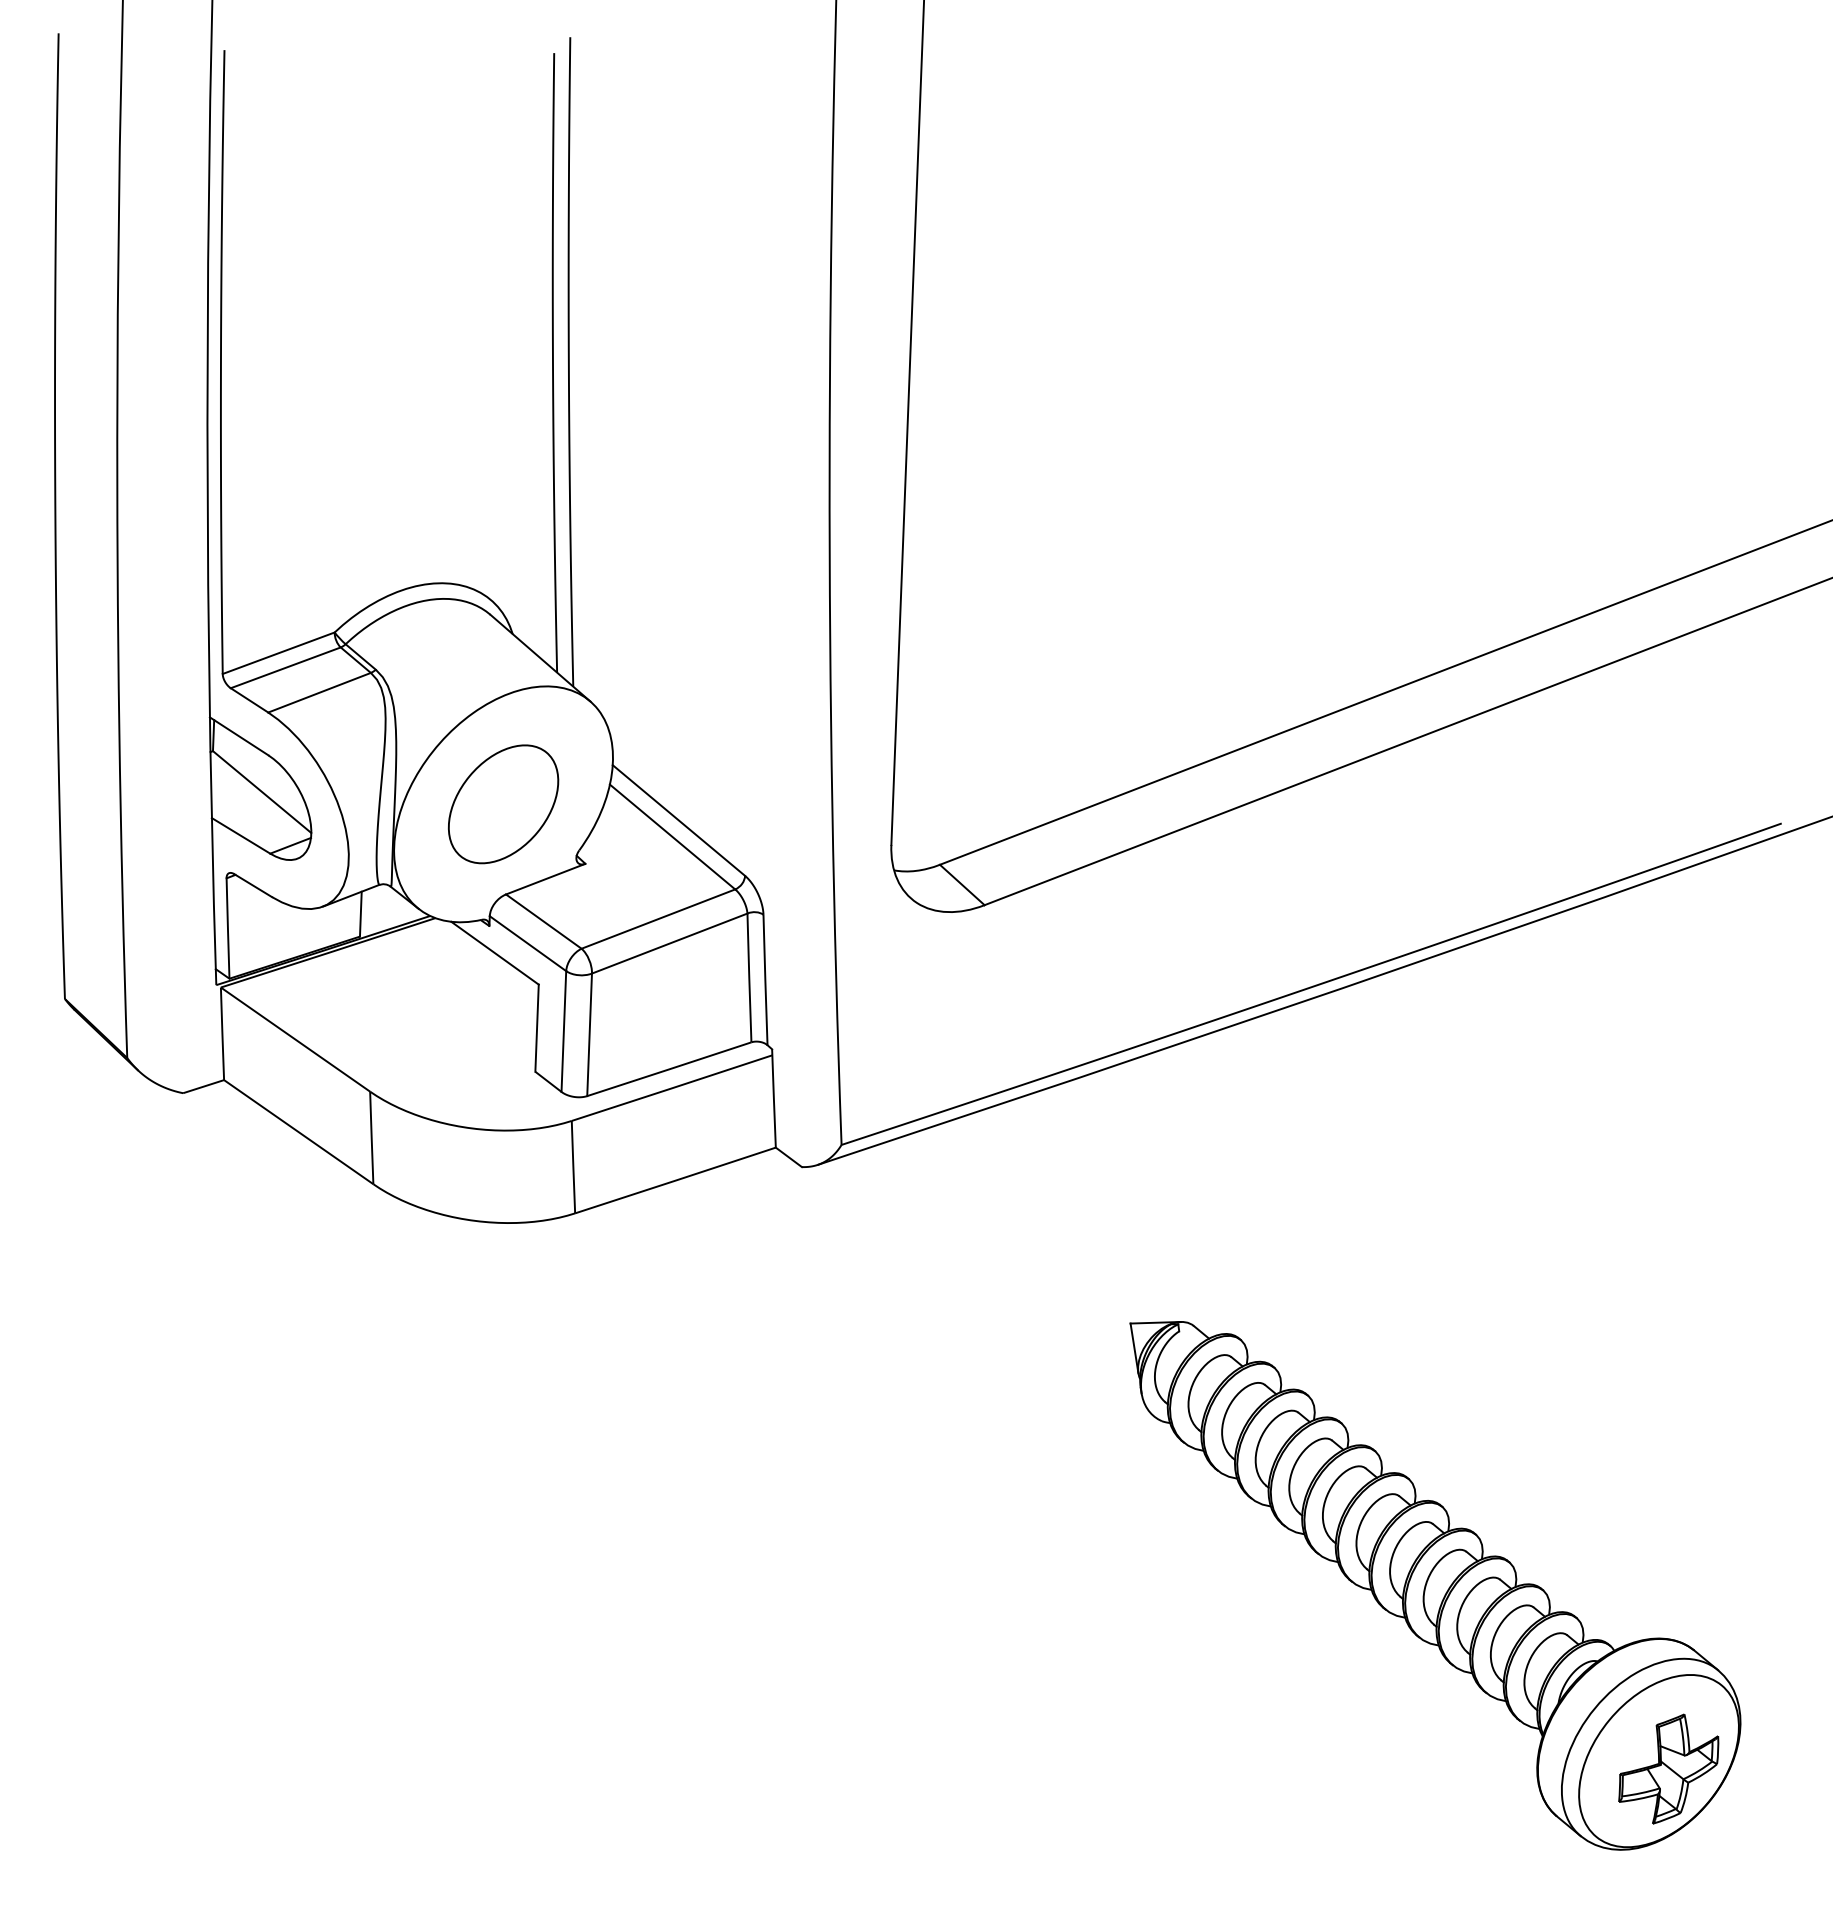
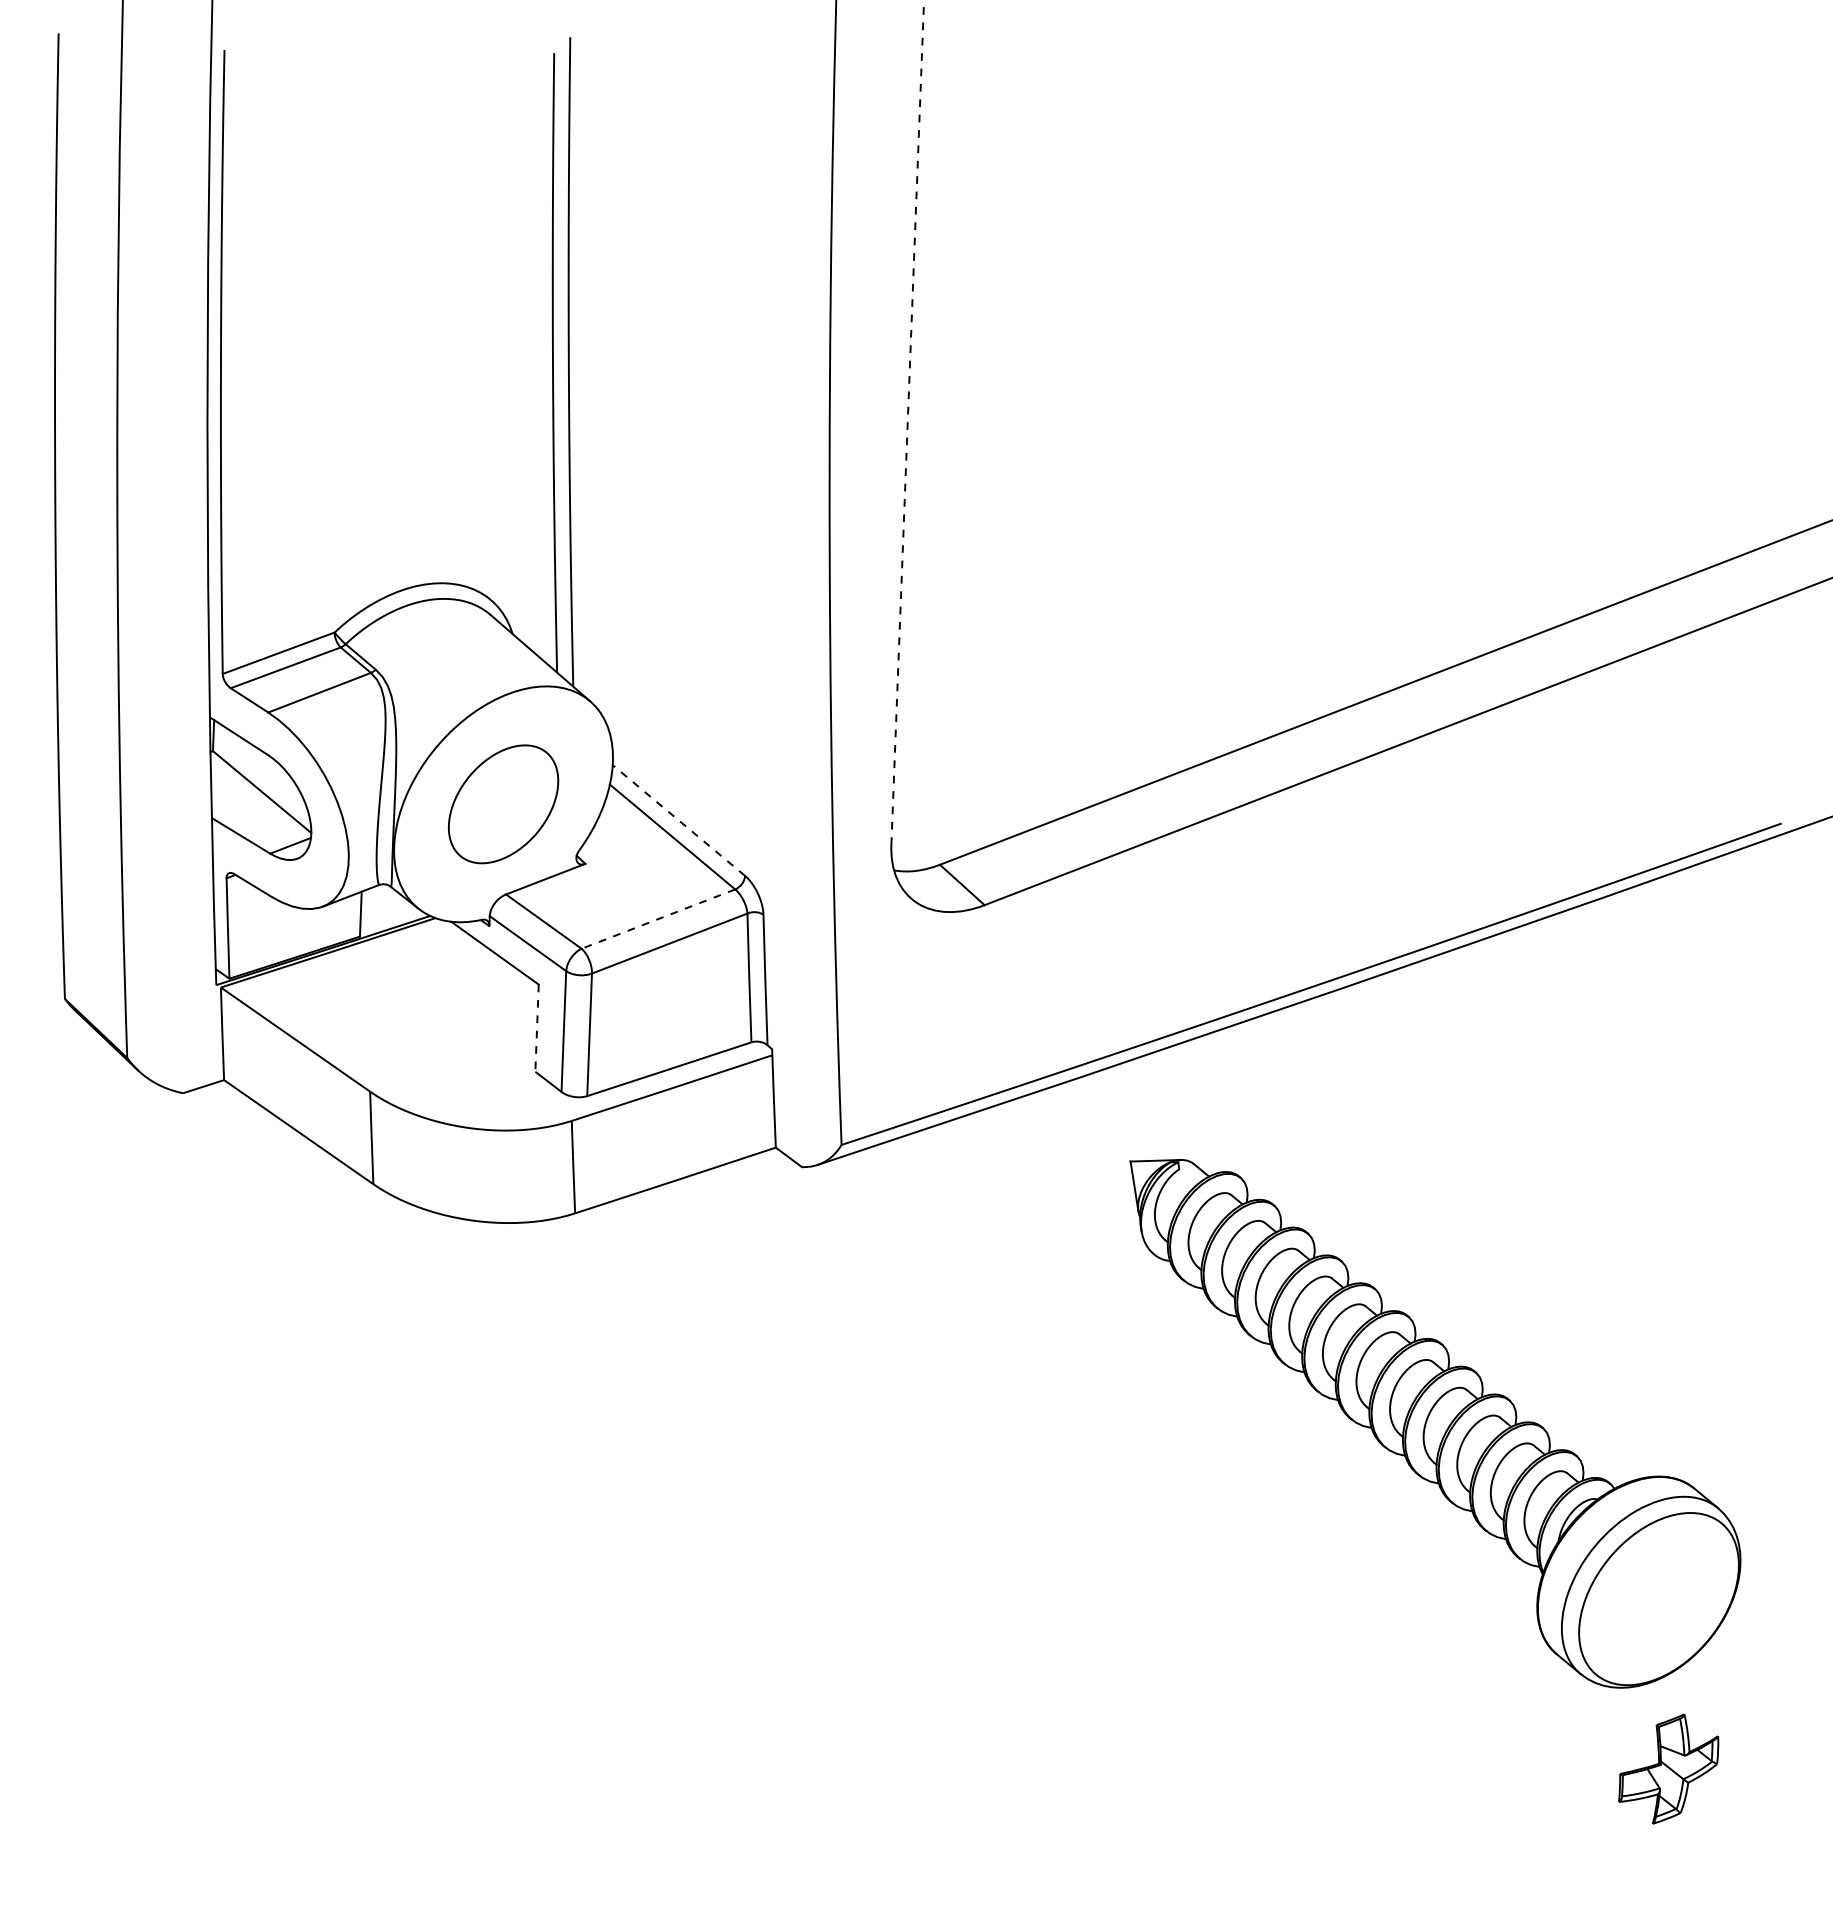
line at (907, 422): solid -> dashed
line at (678, 820): solid -> dashed
line at (657, 919): solid -> dashed
line at (537, 1028): solid -> dashed
part at (1435, 1585) position: (1435, 1585) -> (1435, 1423)
